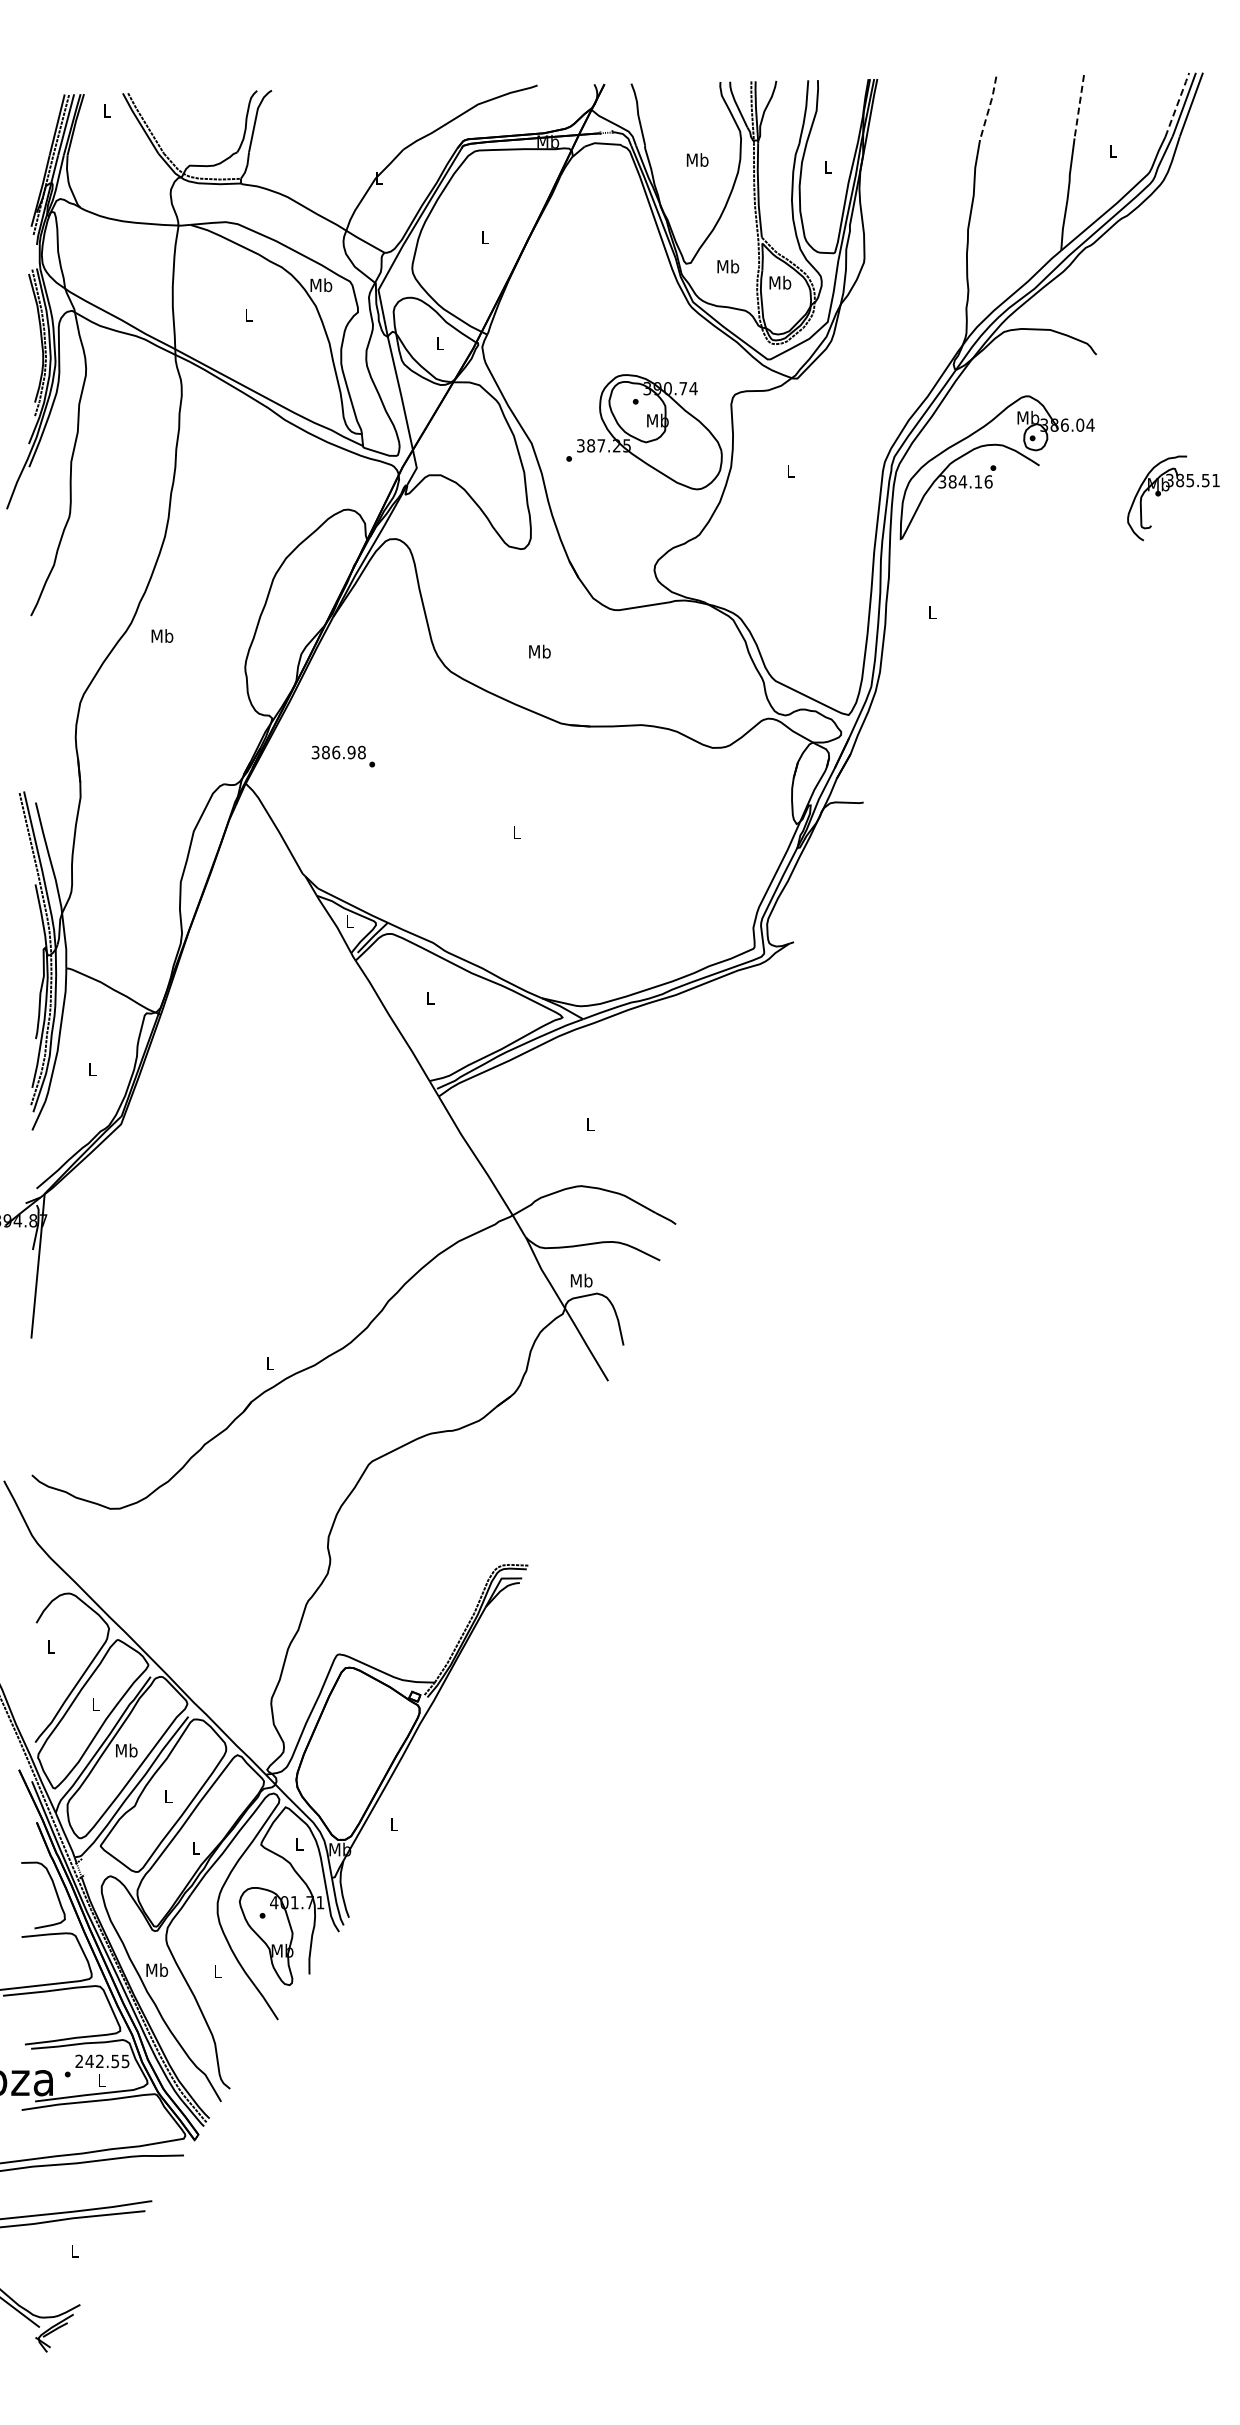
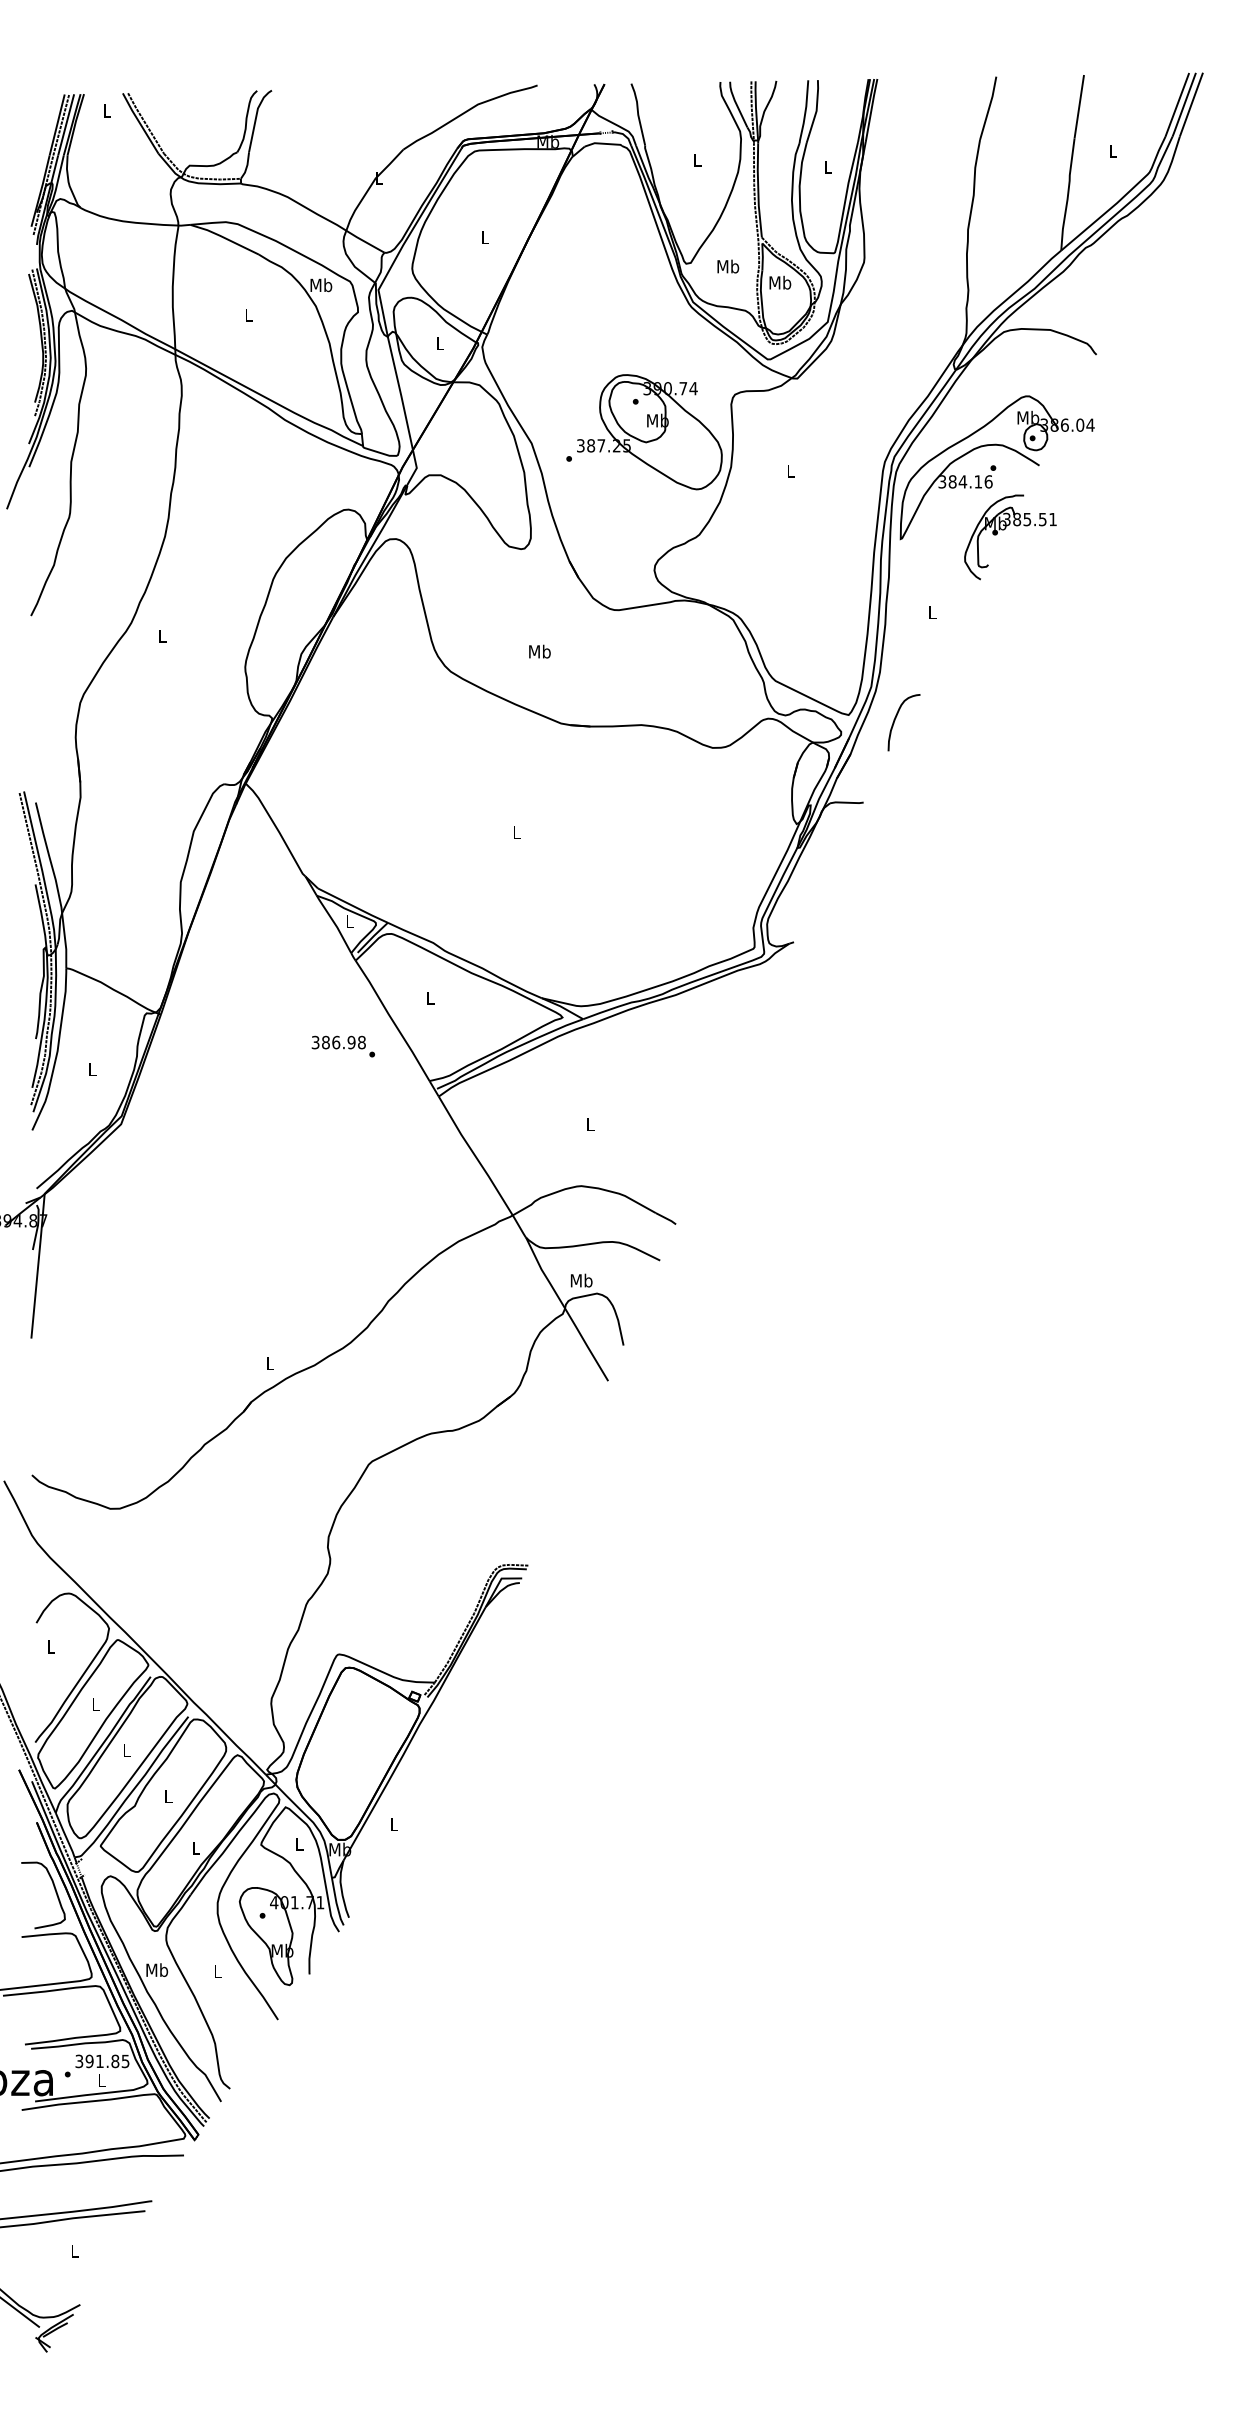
line at (1177, 103): dashed -> solid
line at (989, 107): dashed -> solid
line at (1079, 107): dashed -> solid
text at (697, 159): Mb -> L
part at (1167, 491) position: (1167, 491) -> (1004, 530)
text at (162, 635): Mb -> L
curve at (896, 718): none -> present
text at (343, 756) position: (343, 756) -> (343, 1046)
text at (126, 1750): Mb -> L
text at (97, 2061): 242.55 -> 391.85
